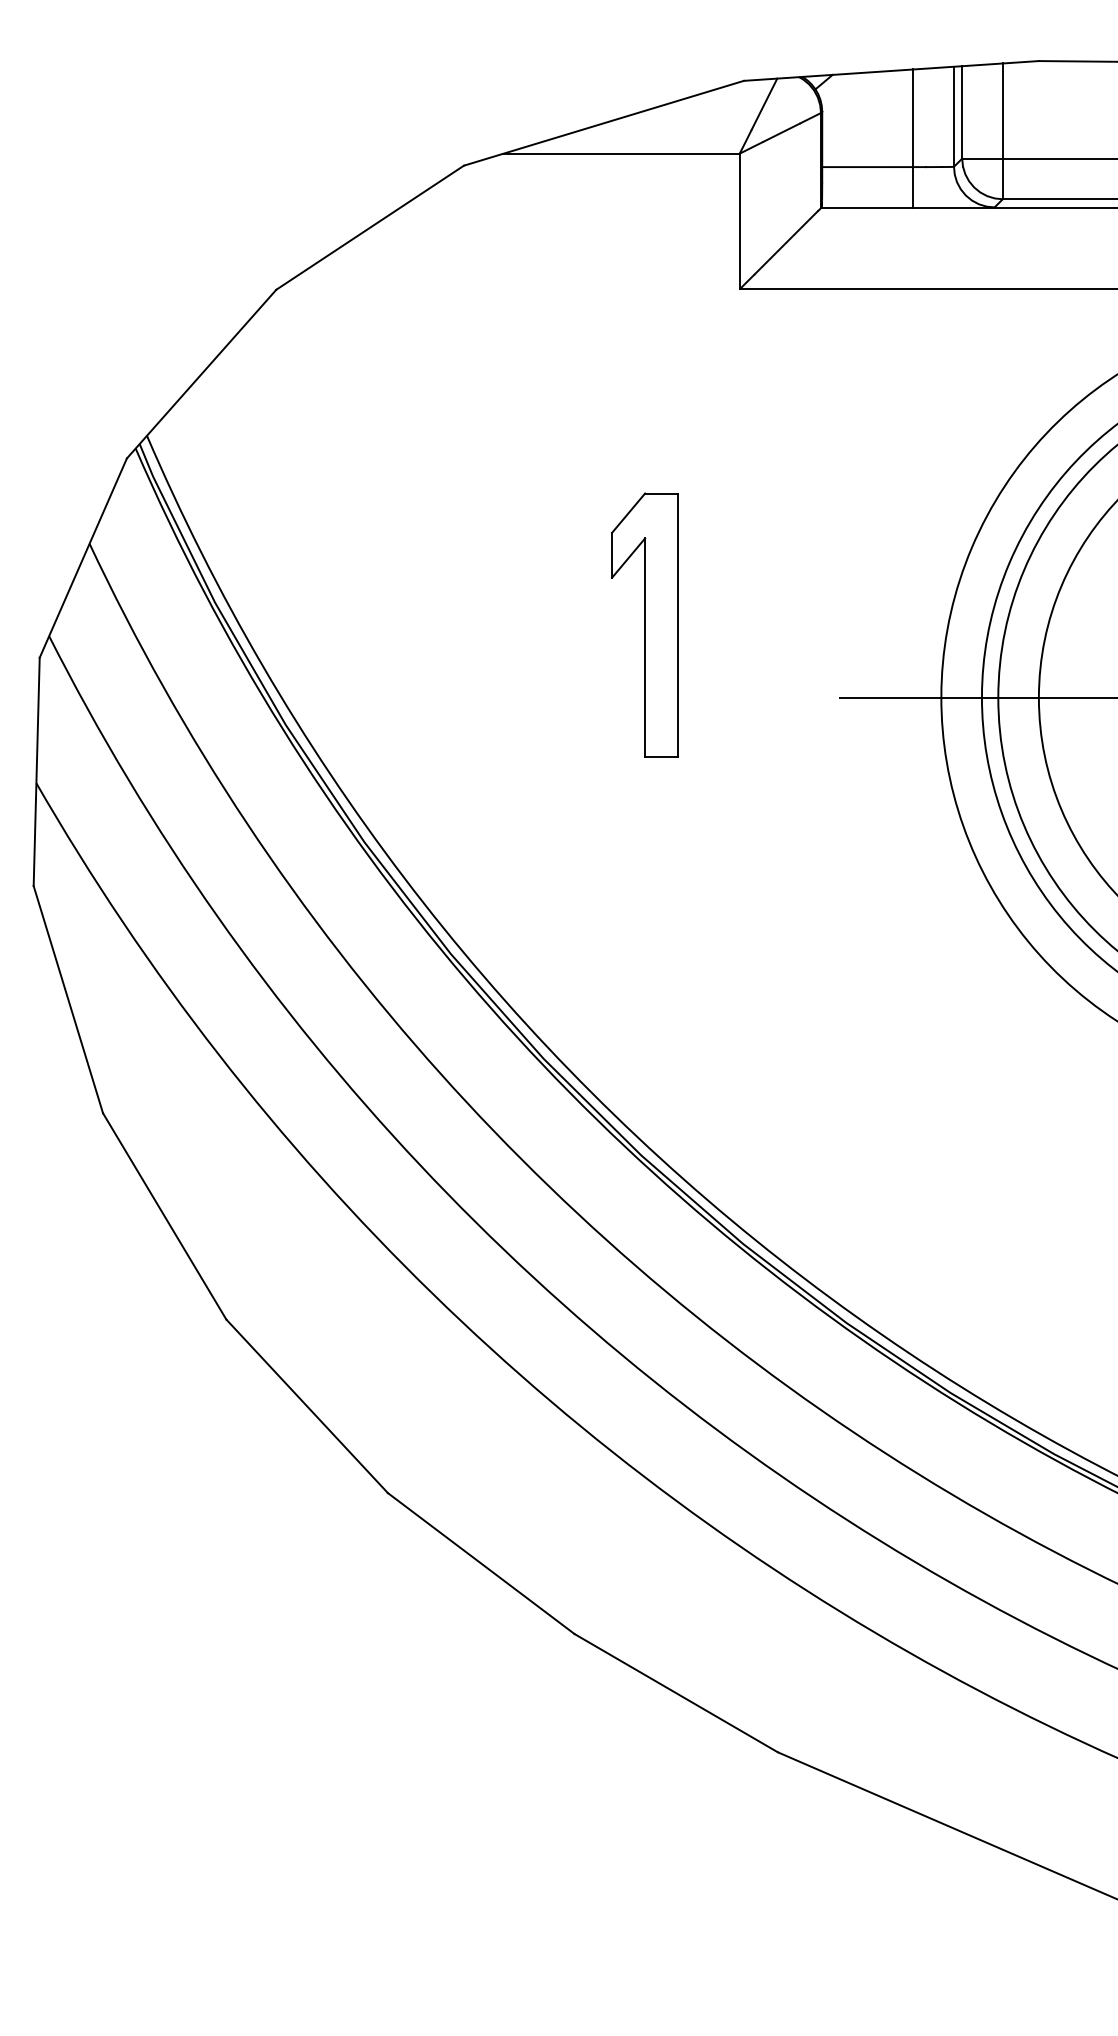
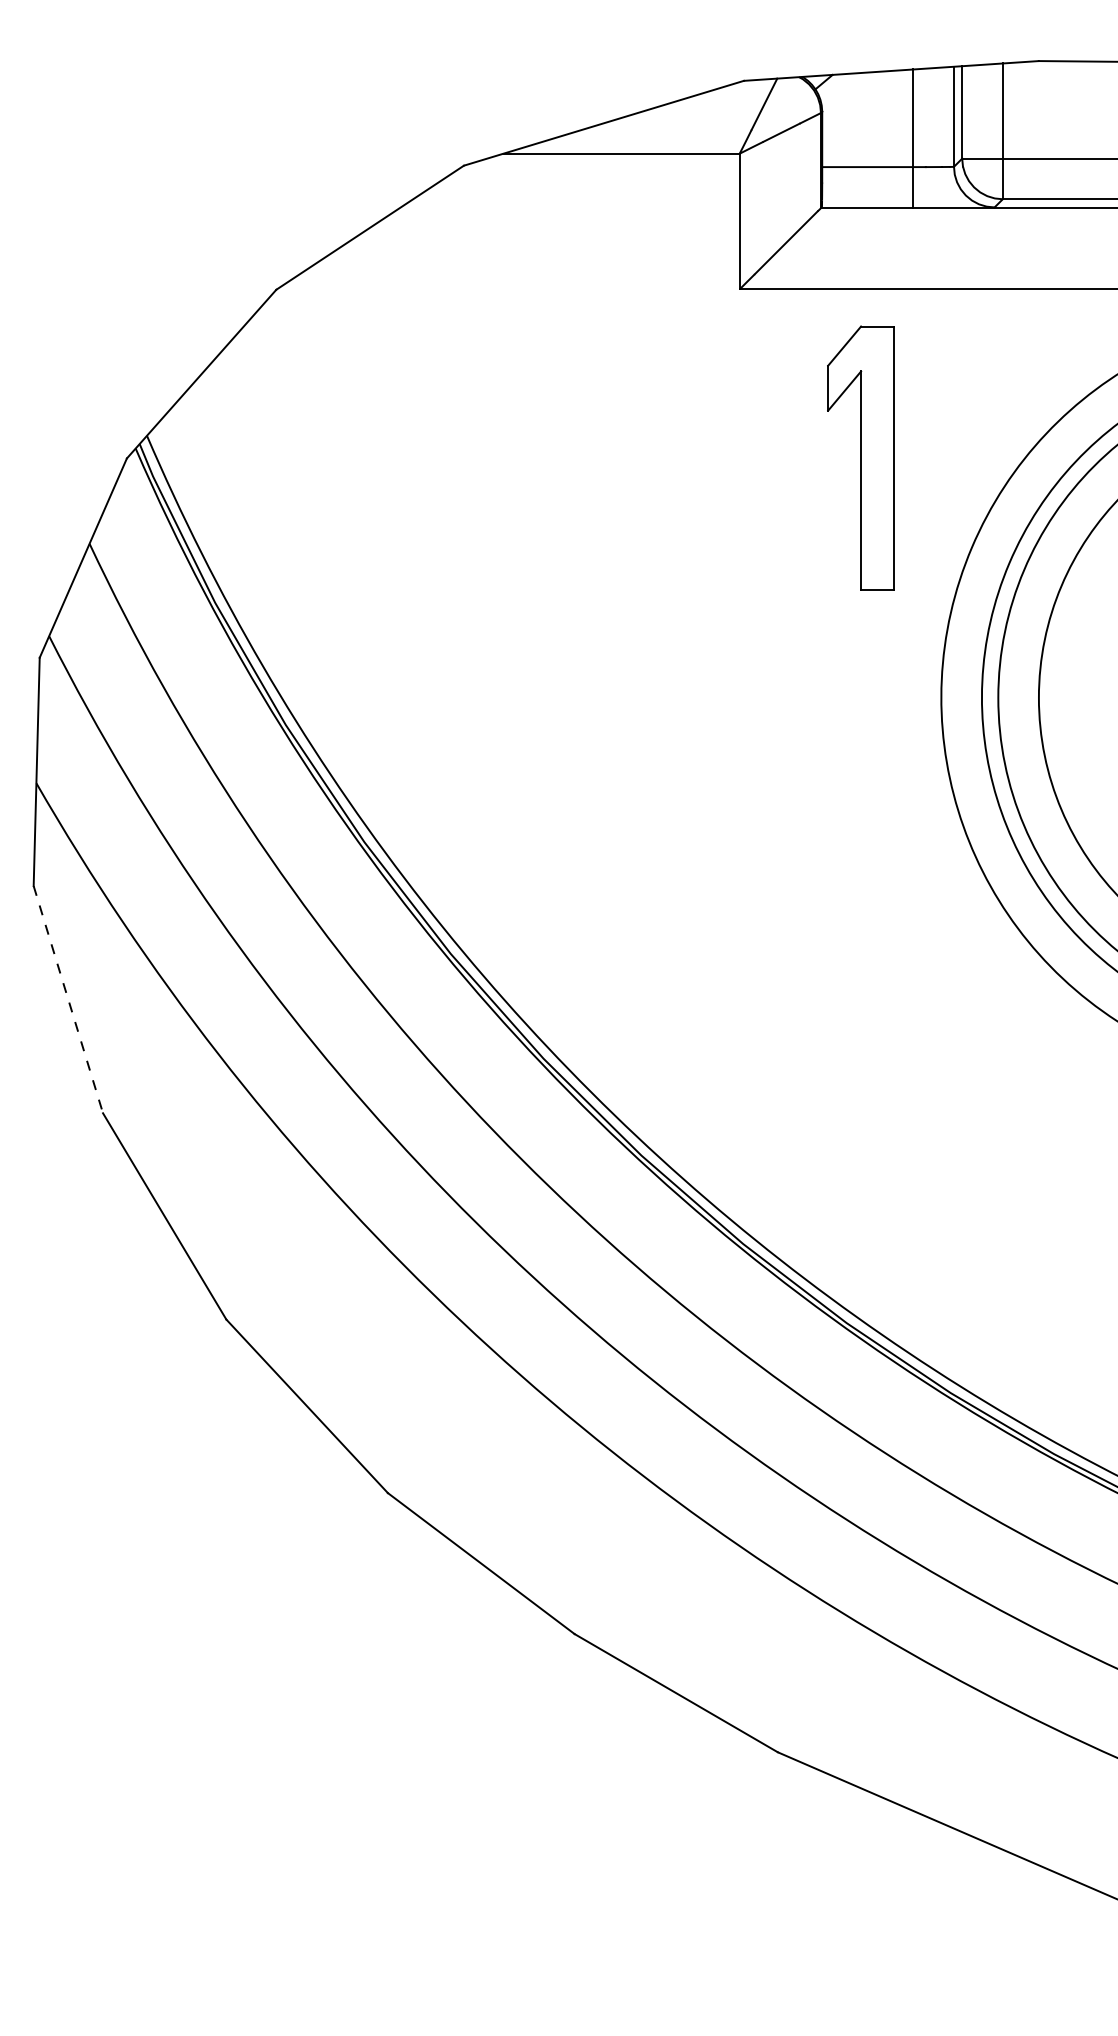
part at (644, 624) position: (644, 624) -> (860, 457)
line at (976, 697): present -> none
line at (68, 999): solid -> dashed
